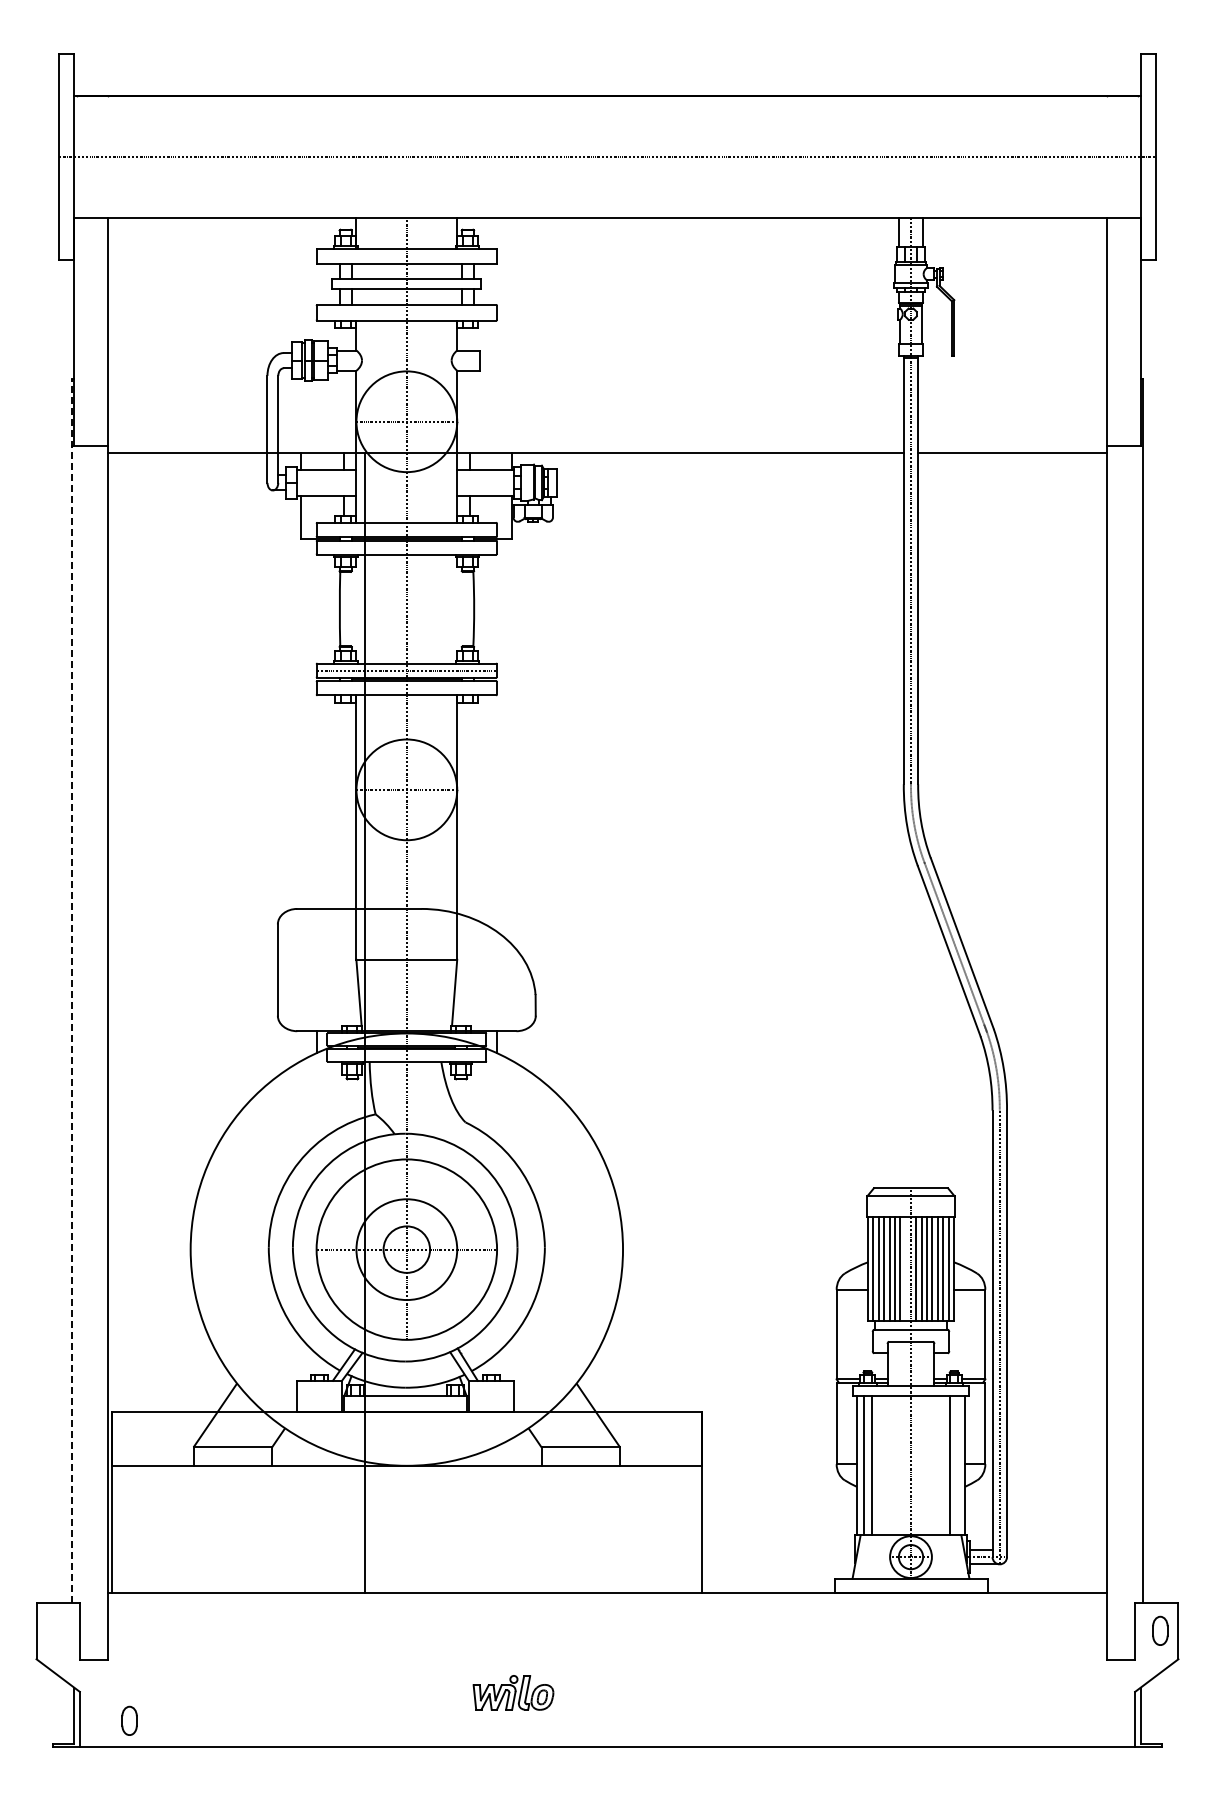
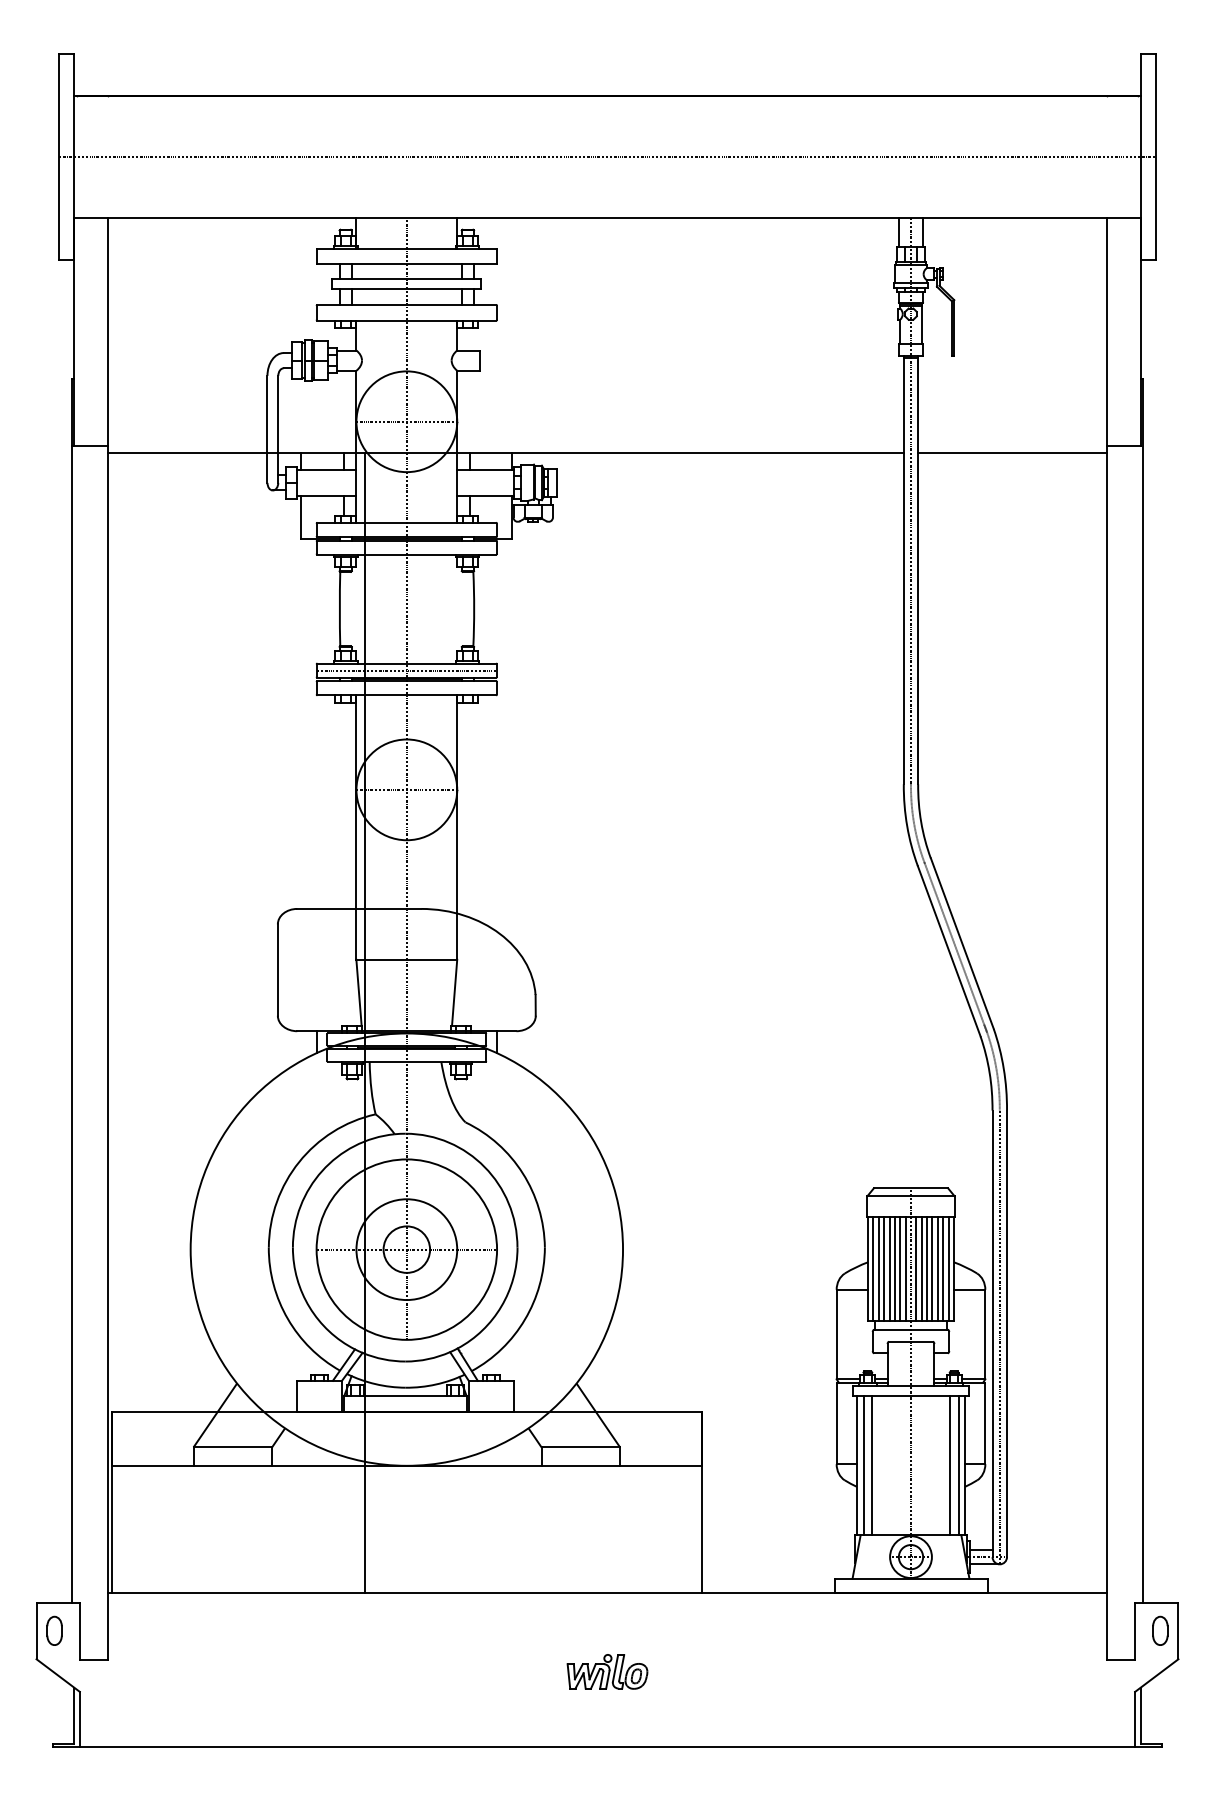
line at (72, 990): dashed -> solid
line at (905, 1268): none -> present
line at (958, 1465): none -> present
part at (513, 1692) position: (513, 1692) -> (607, 1671)
part at (129, 1720) position: (129, 1720) -> (54, 1630)
